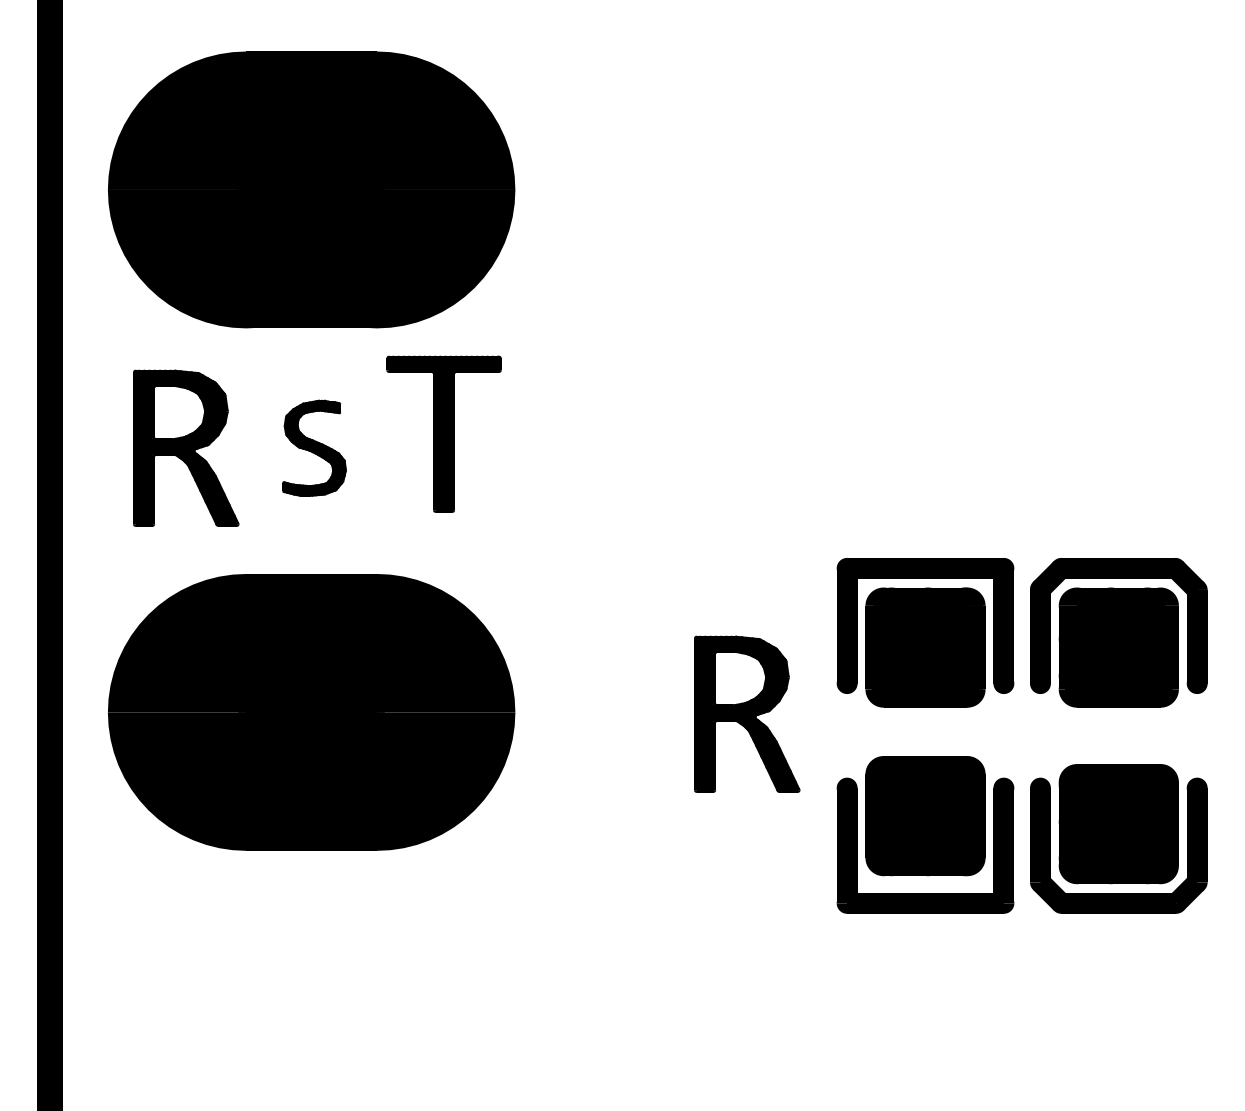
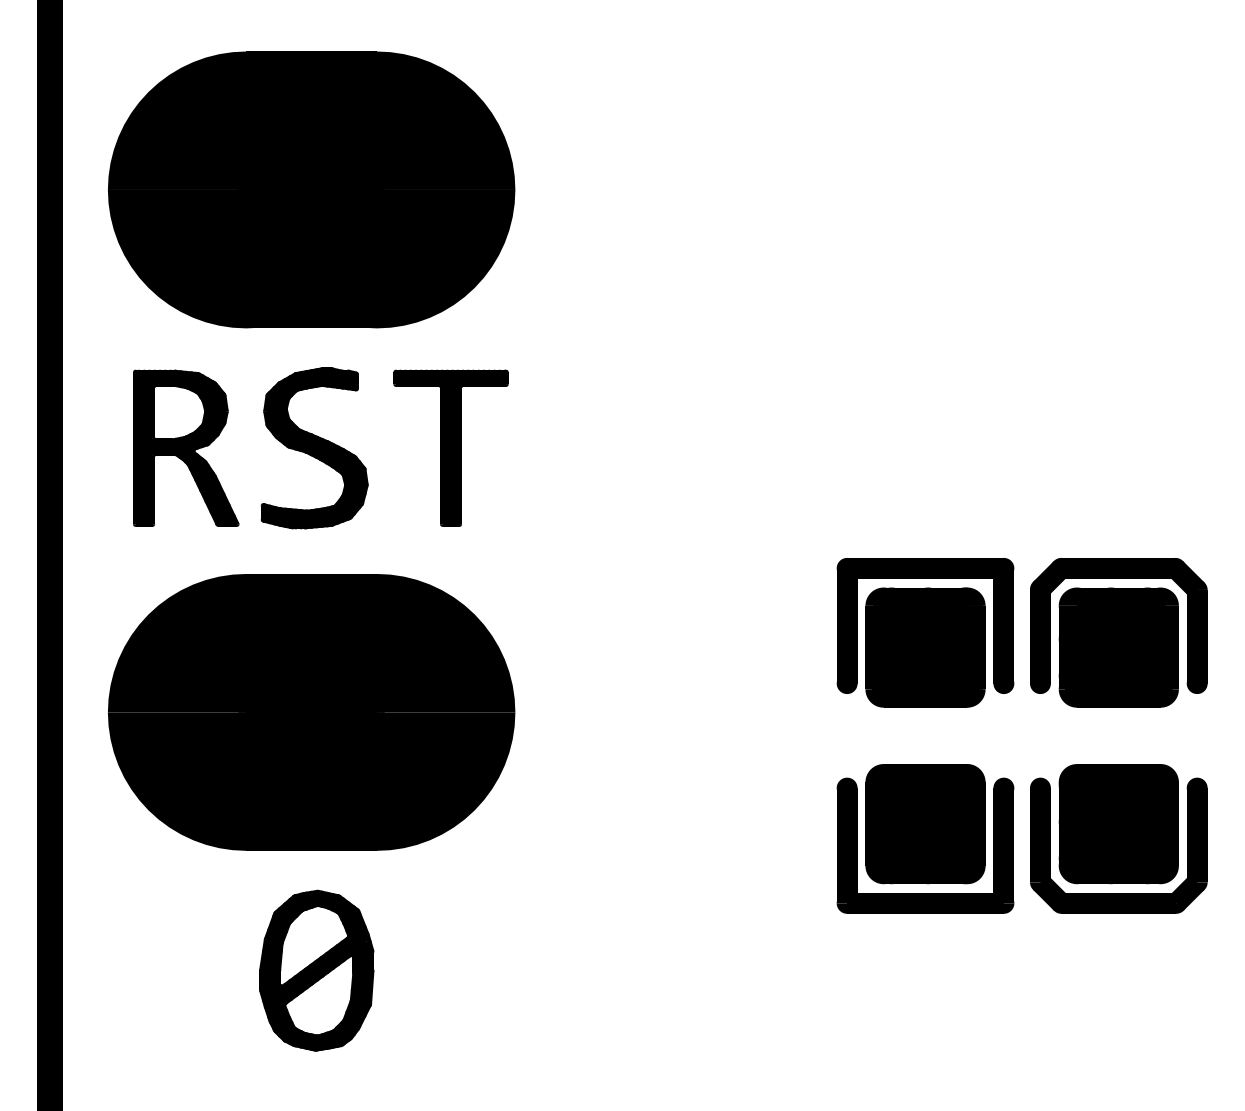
part at (443, 433) position: (443, 433) -> (450, 447)
part at (314, 447) size: 65x98 px -> 109x163 px
part at (747, 713): present -> none
part at (925, 816) position: (925, 816) -> (925, 824)
part at (316, 970): none -> present
